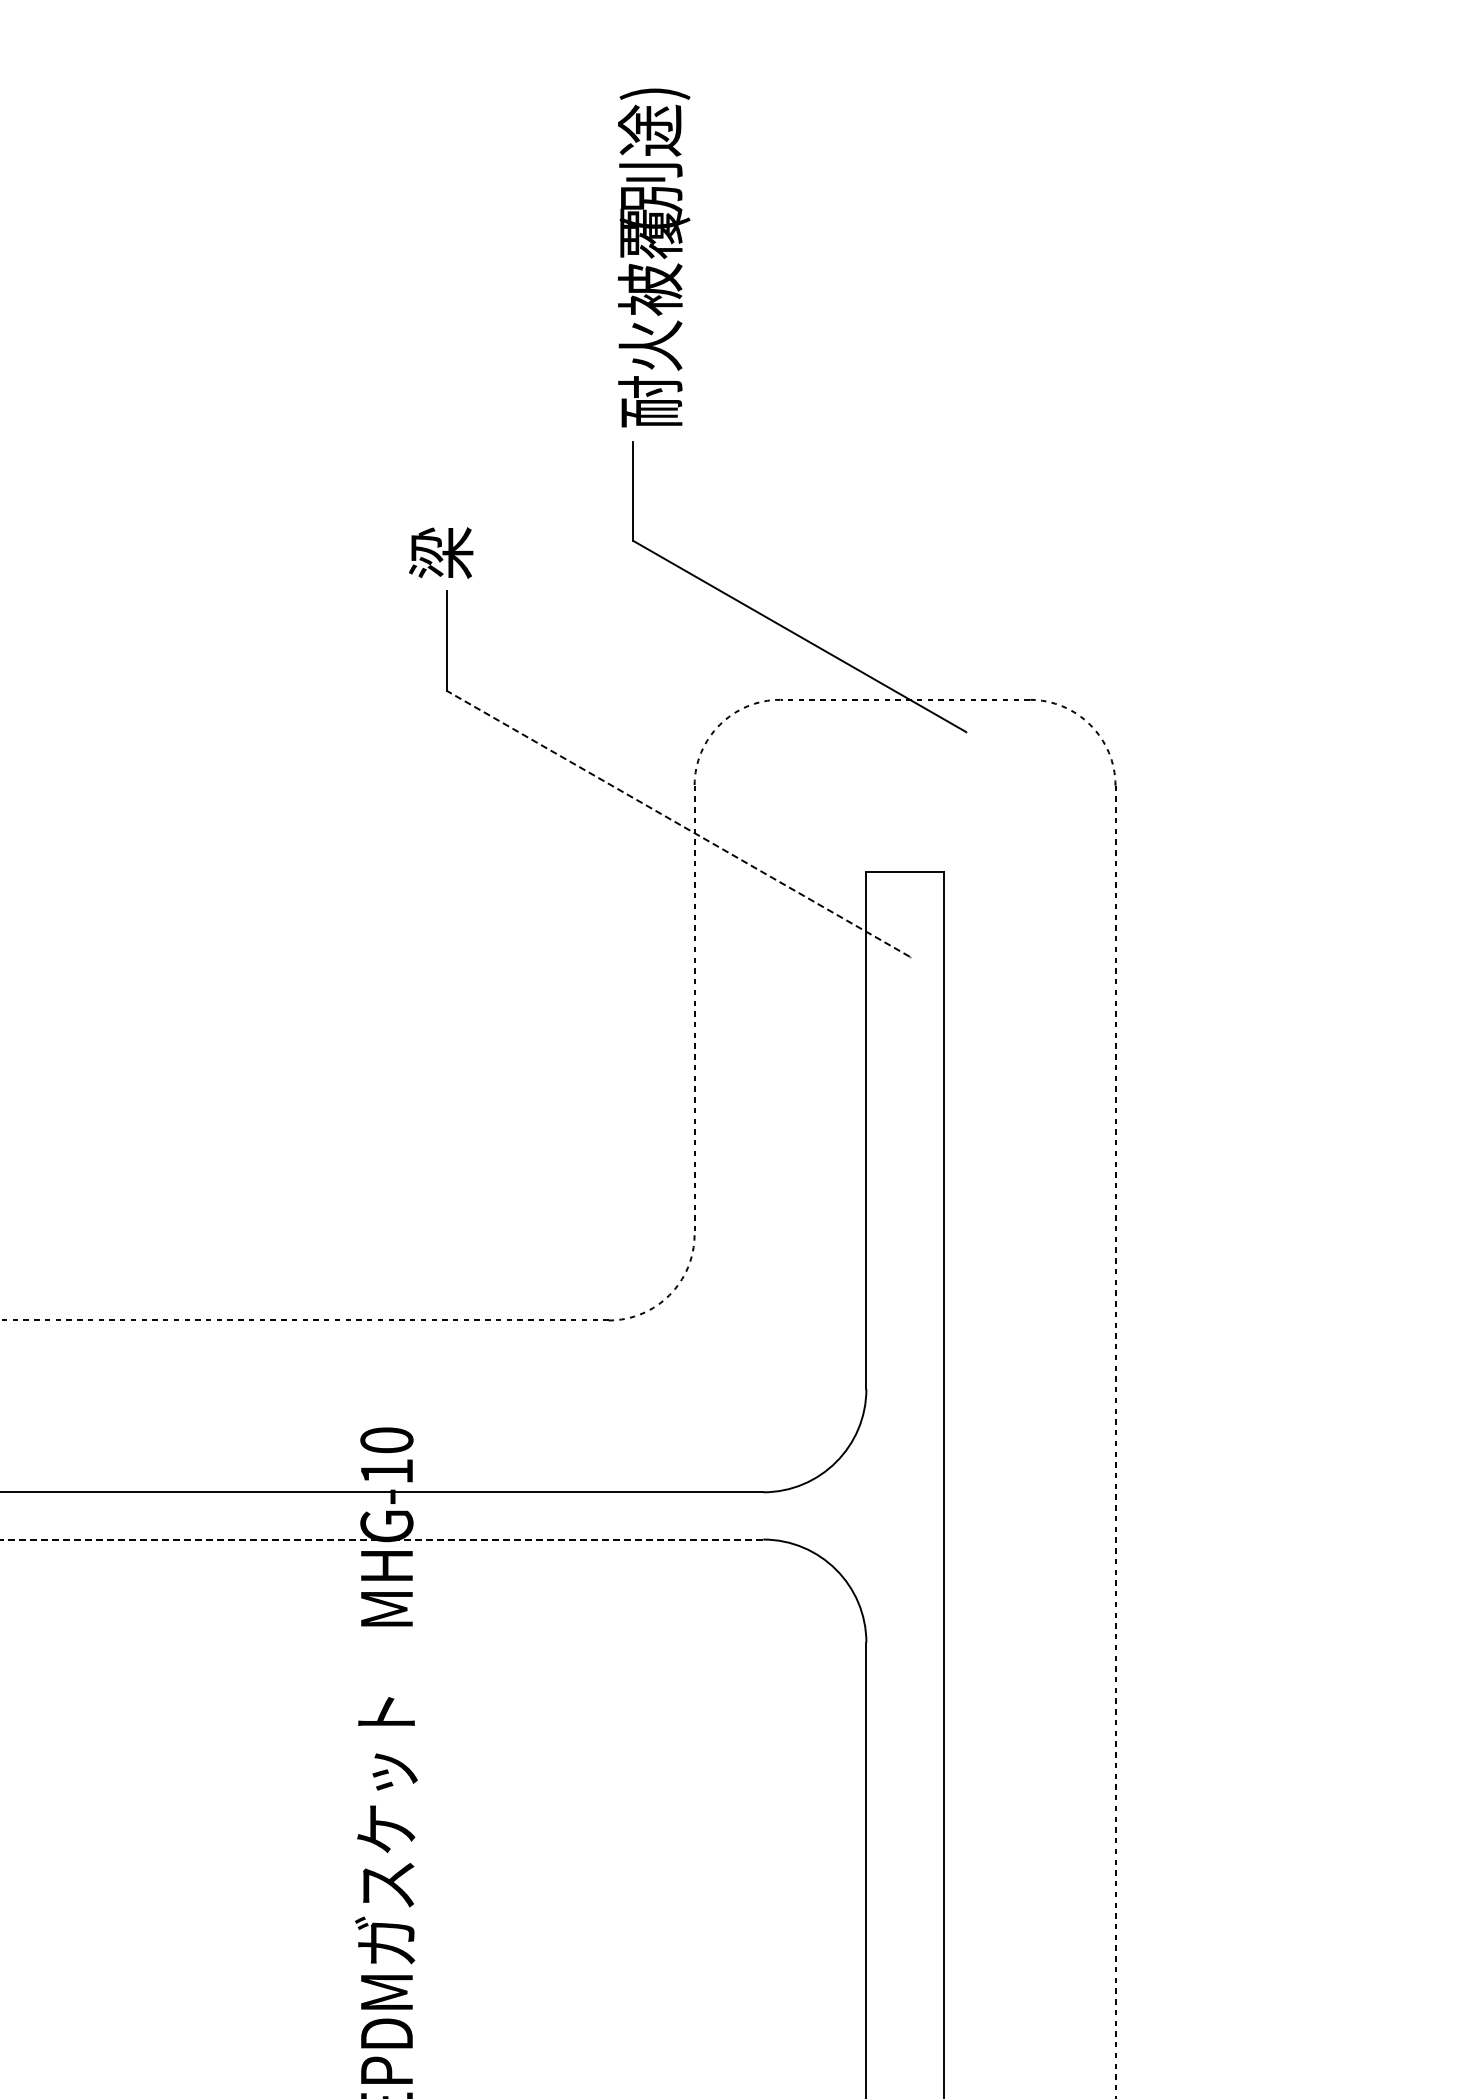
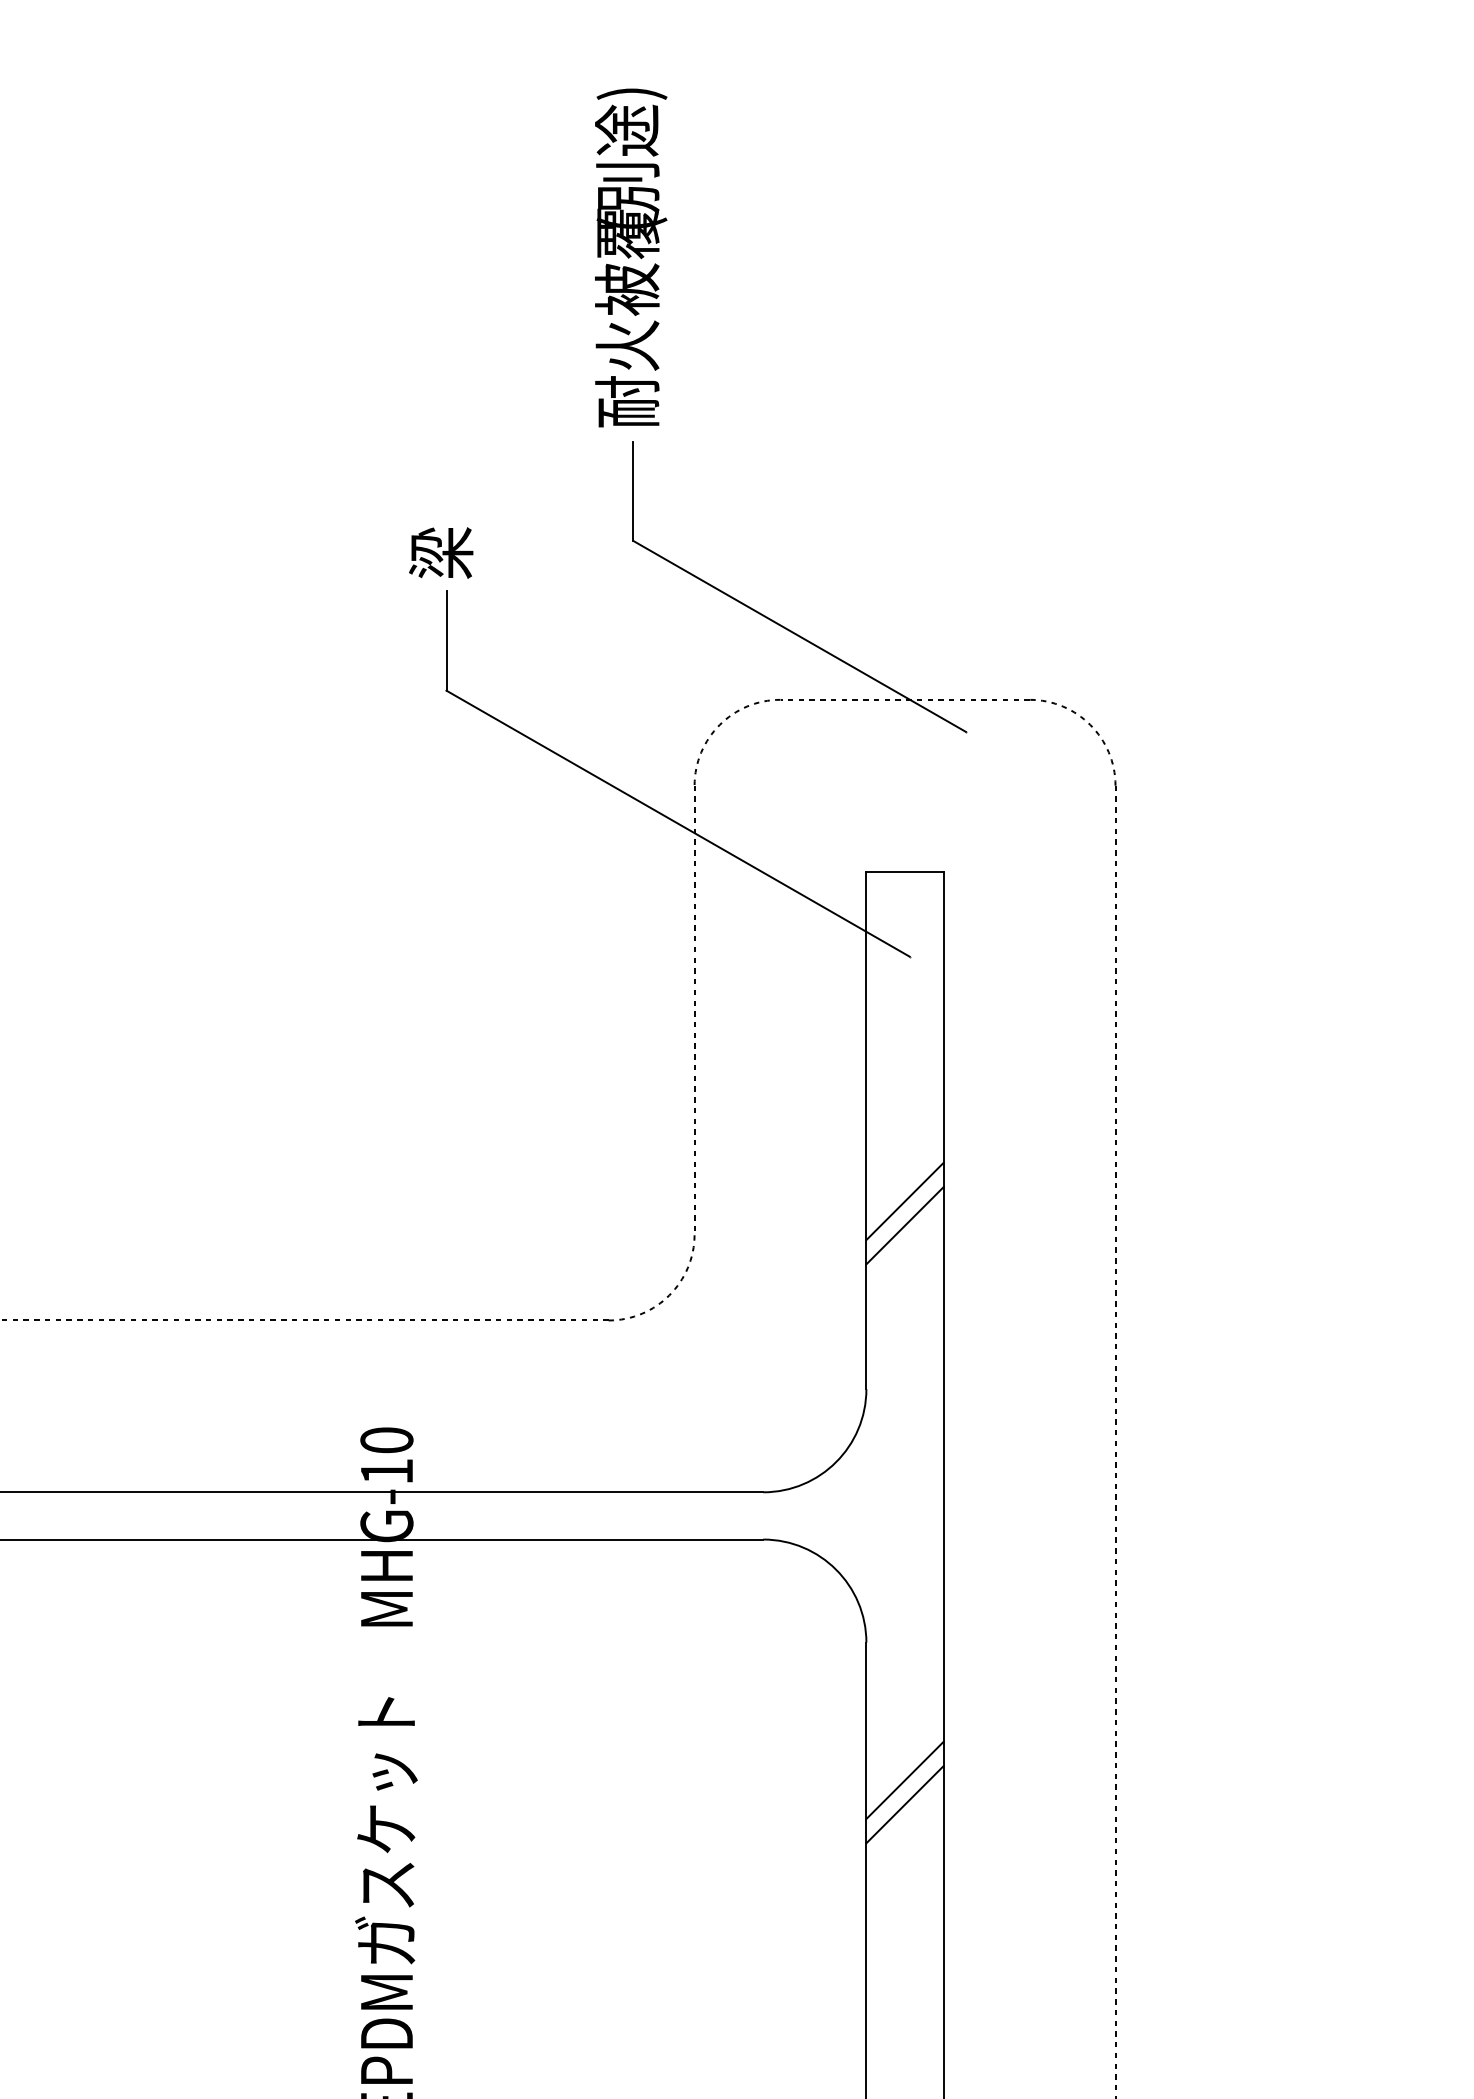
text at (654, 257) position: (654, 257) -> (631, 257)
line at (677, 823): dashed -> solid
line at (904, 1201): none -> present
line at (904, 1225): none -> present
line at (381, 1539): dashed -> solid
line at (904, 1780): none -> present
line at (904, 1804): none -> present
